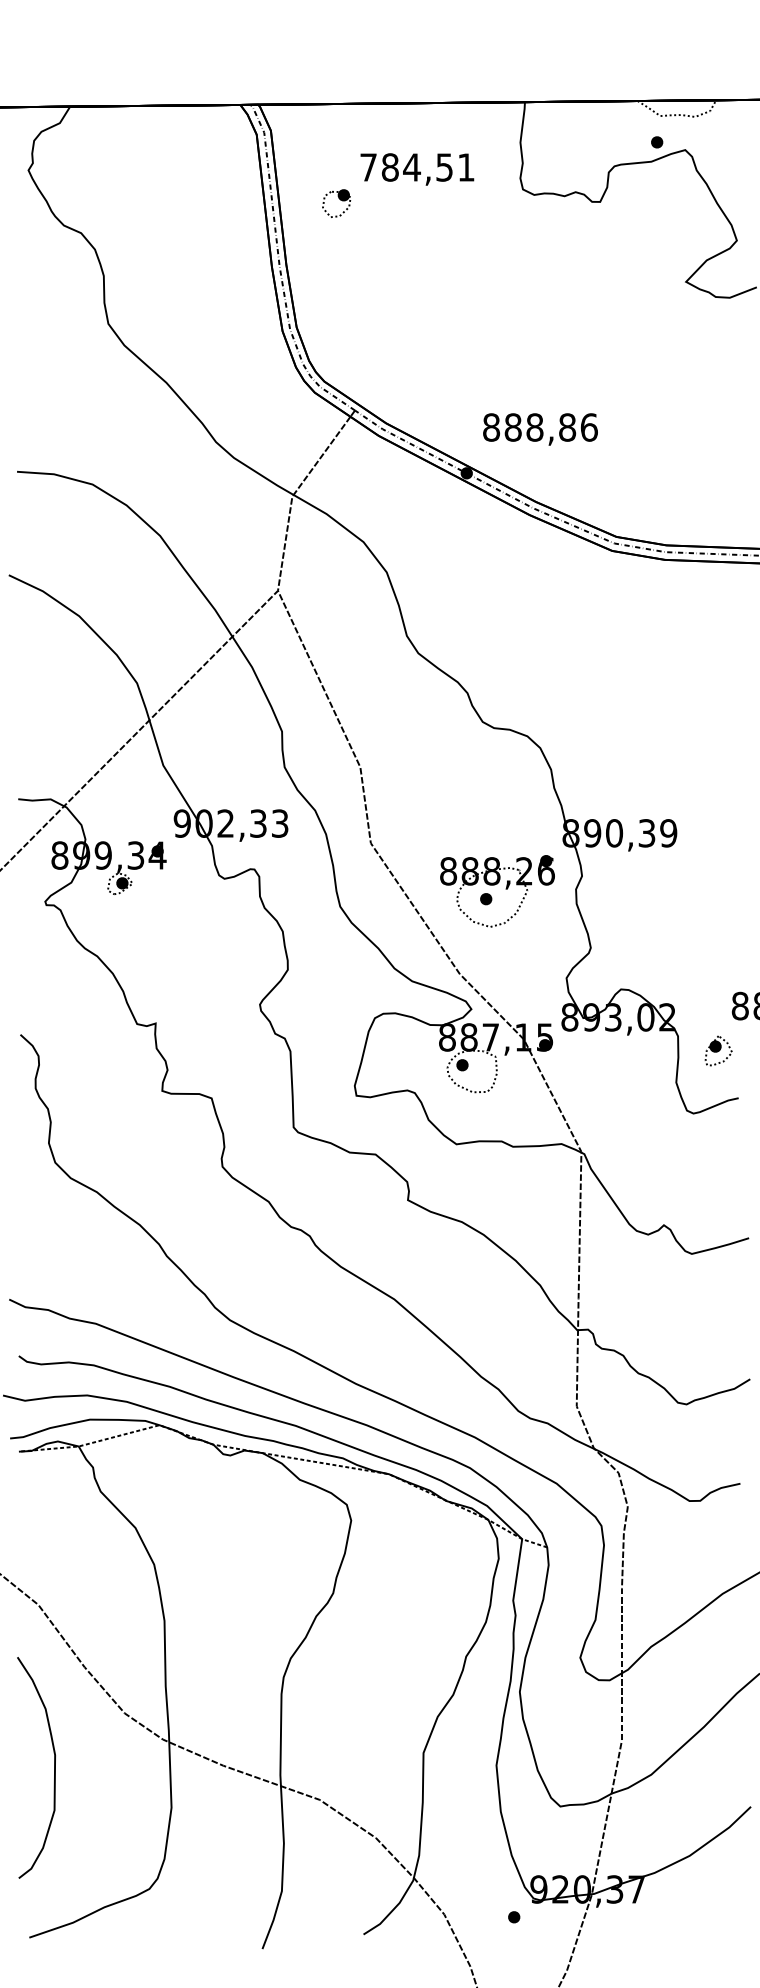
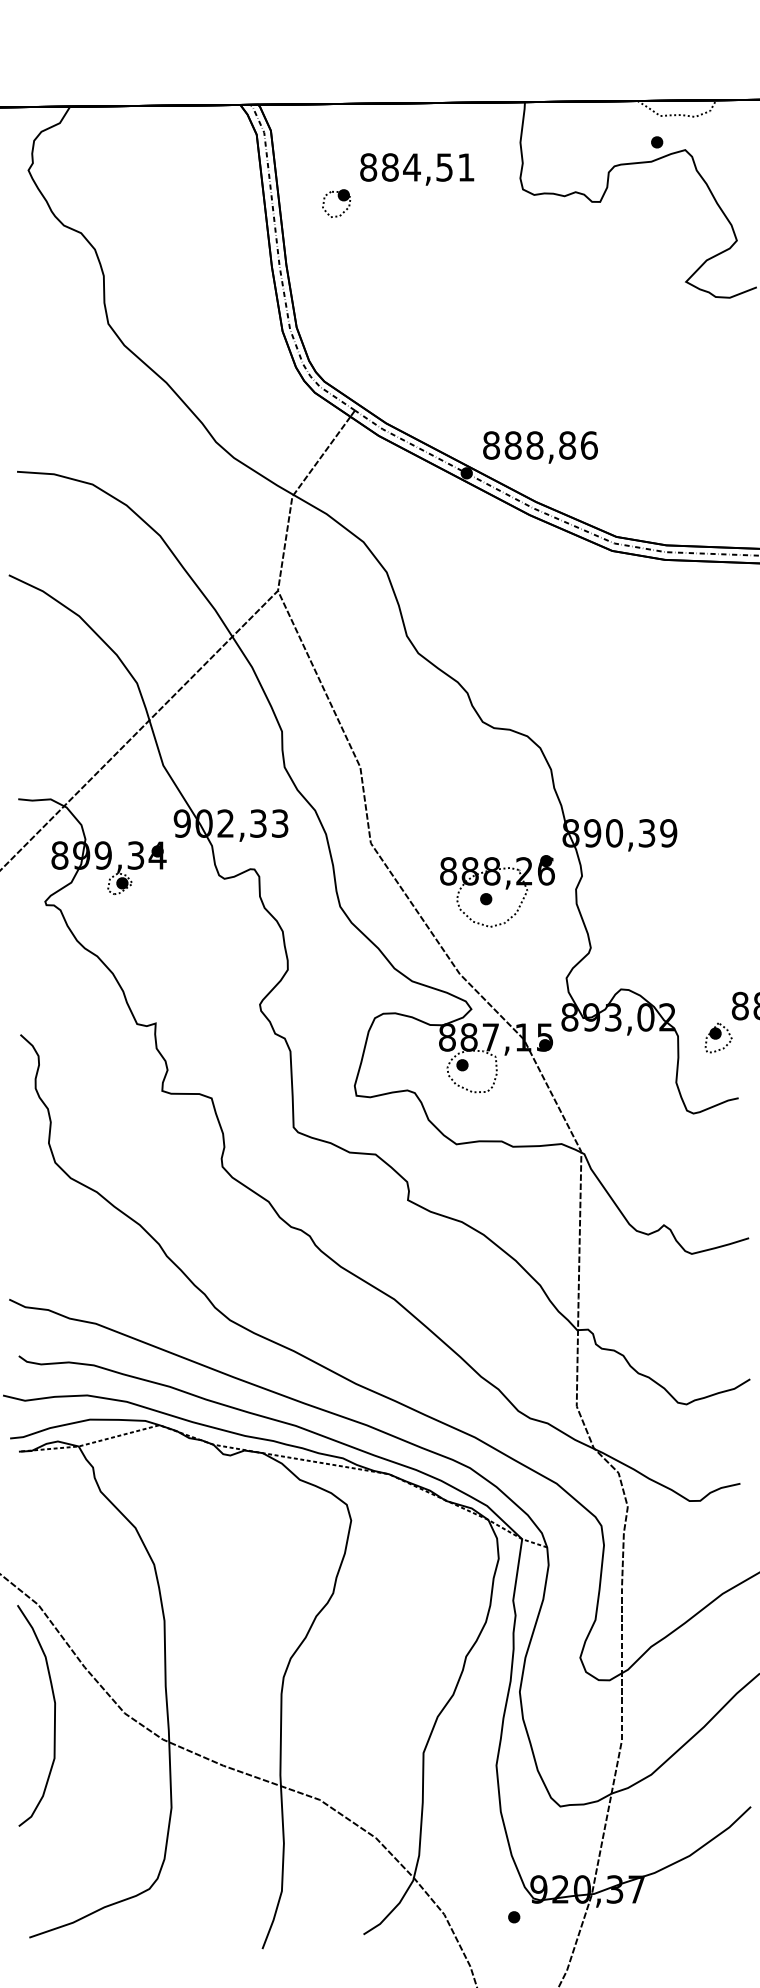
text at (368, 167): 784,51 -> 884,51
text at (540, 429) position: (540, 429) -> (540, 447)
part at (718, 1050) position: (718, 1050) -> (718, 1037)
curve at (54, 1767) position: (54, 1767) -> (54, 1715)
